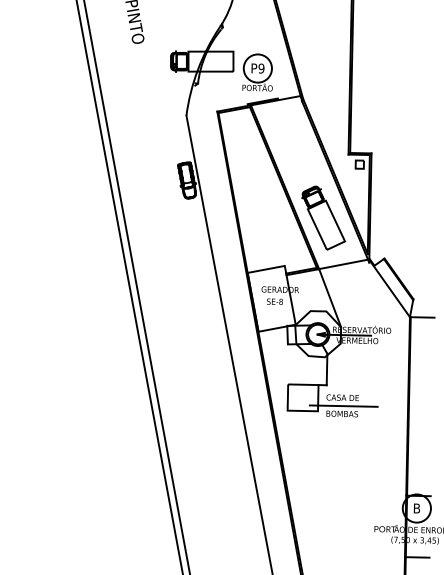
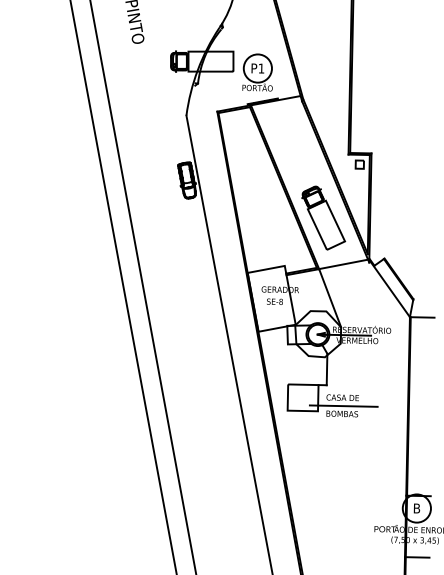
text at (261, 68): P9 -> P1
line at (129, 286) position: (129, 286) -> (123, 286)
line at (136, 286) position: (136, 286) -> (142, 286)
